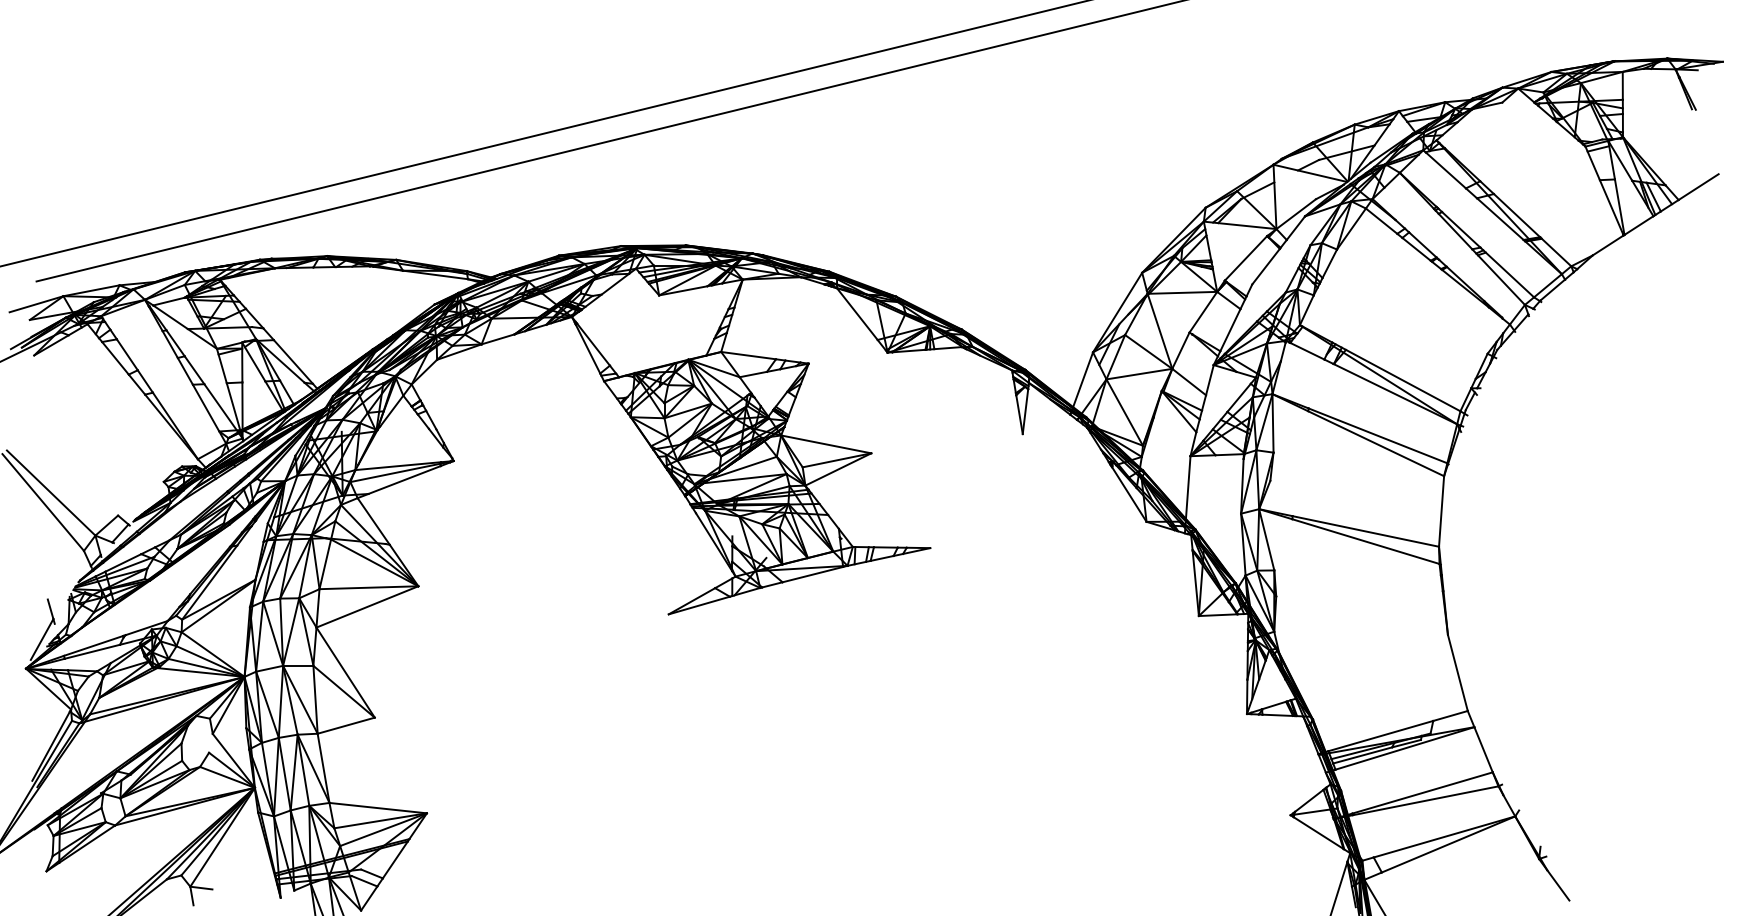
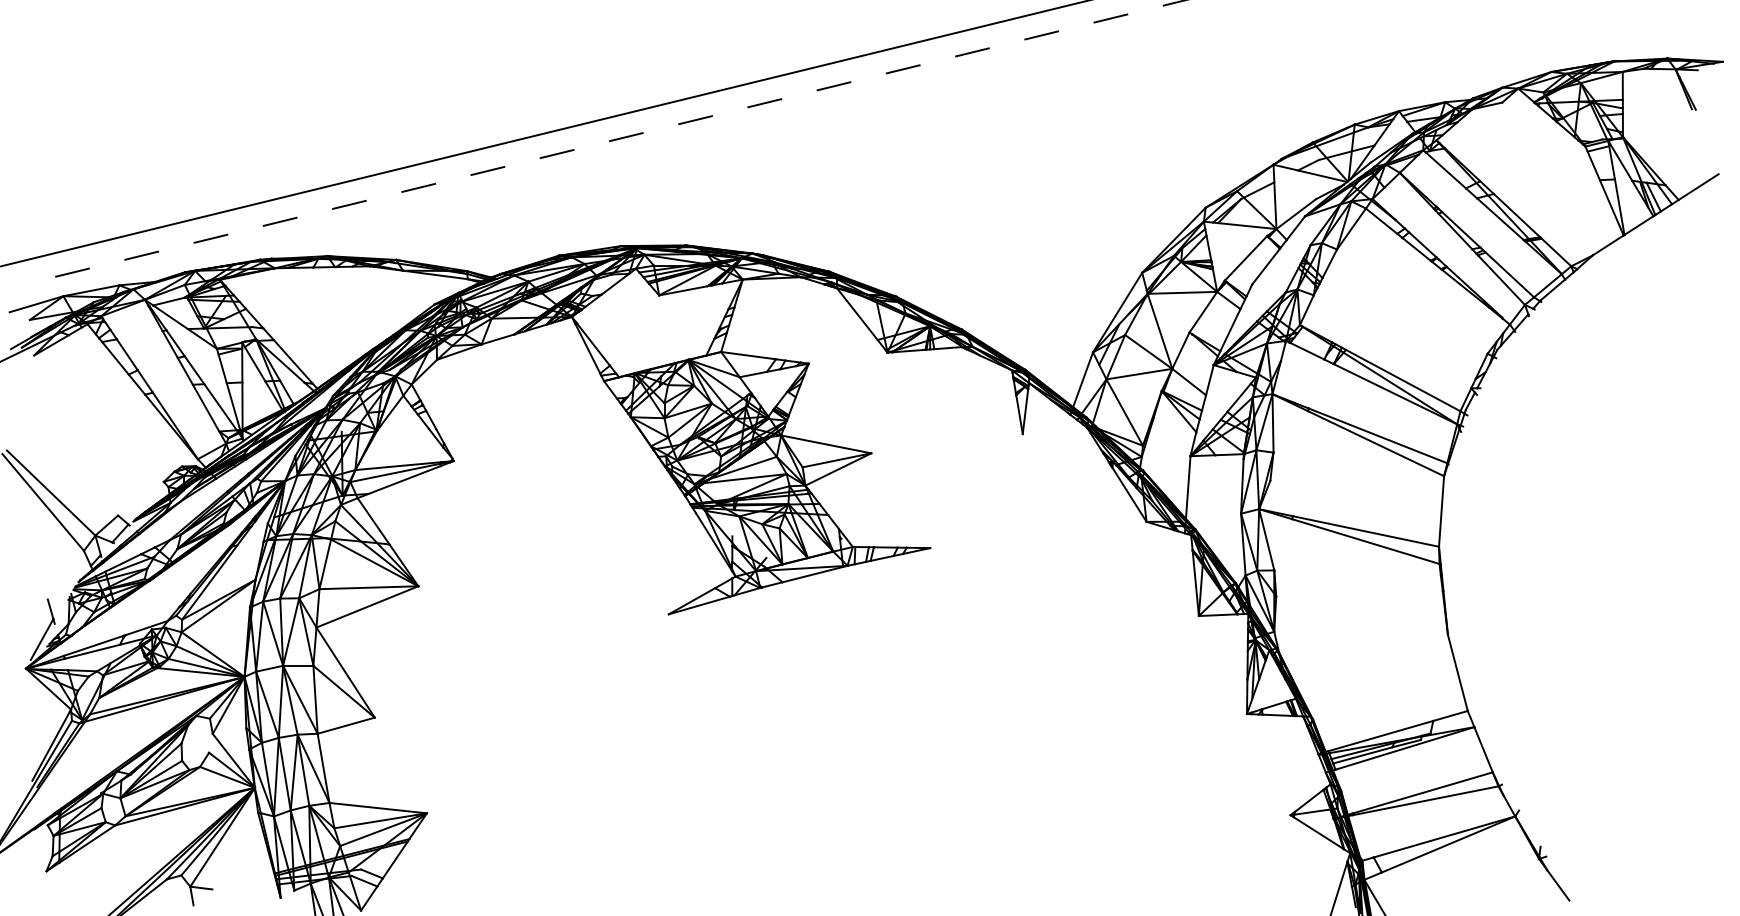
line at (611, 140): solid -> dashed
